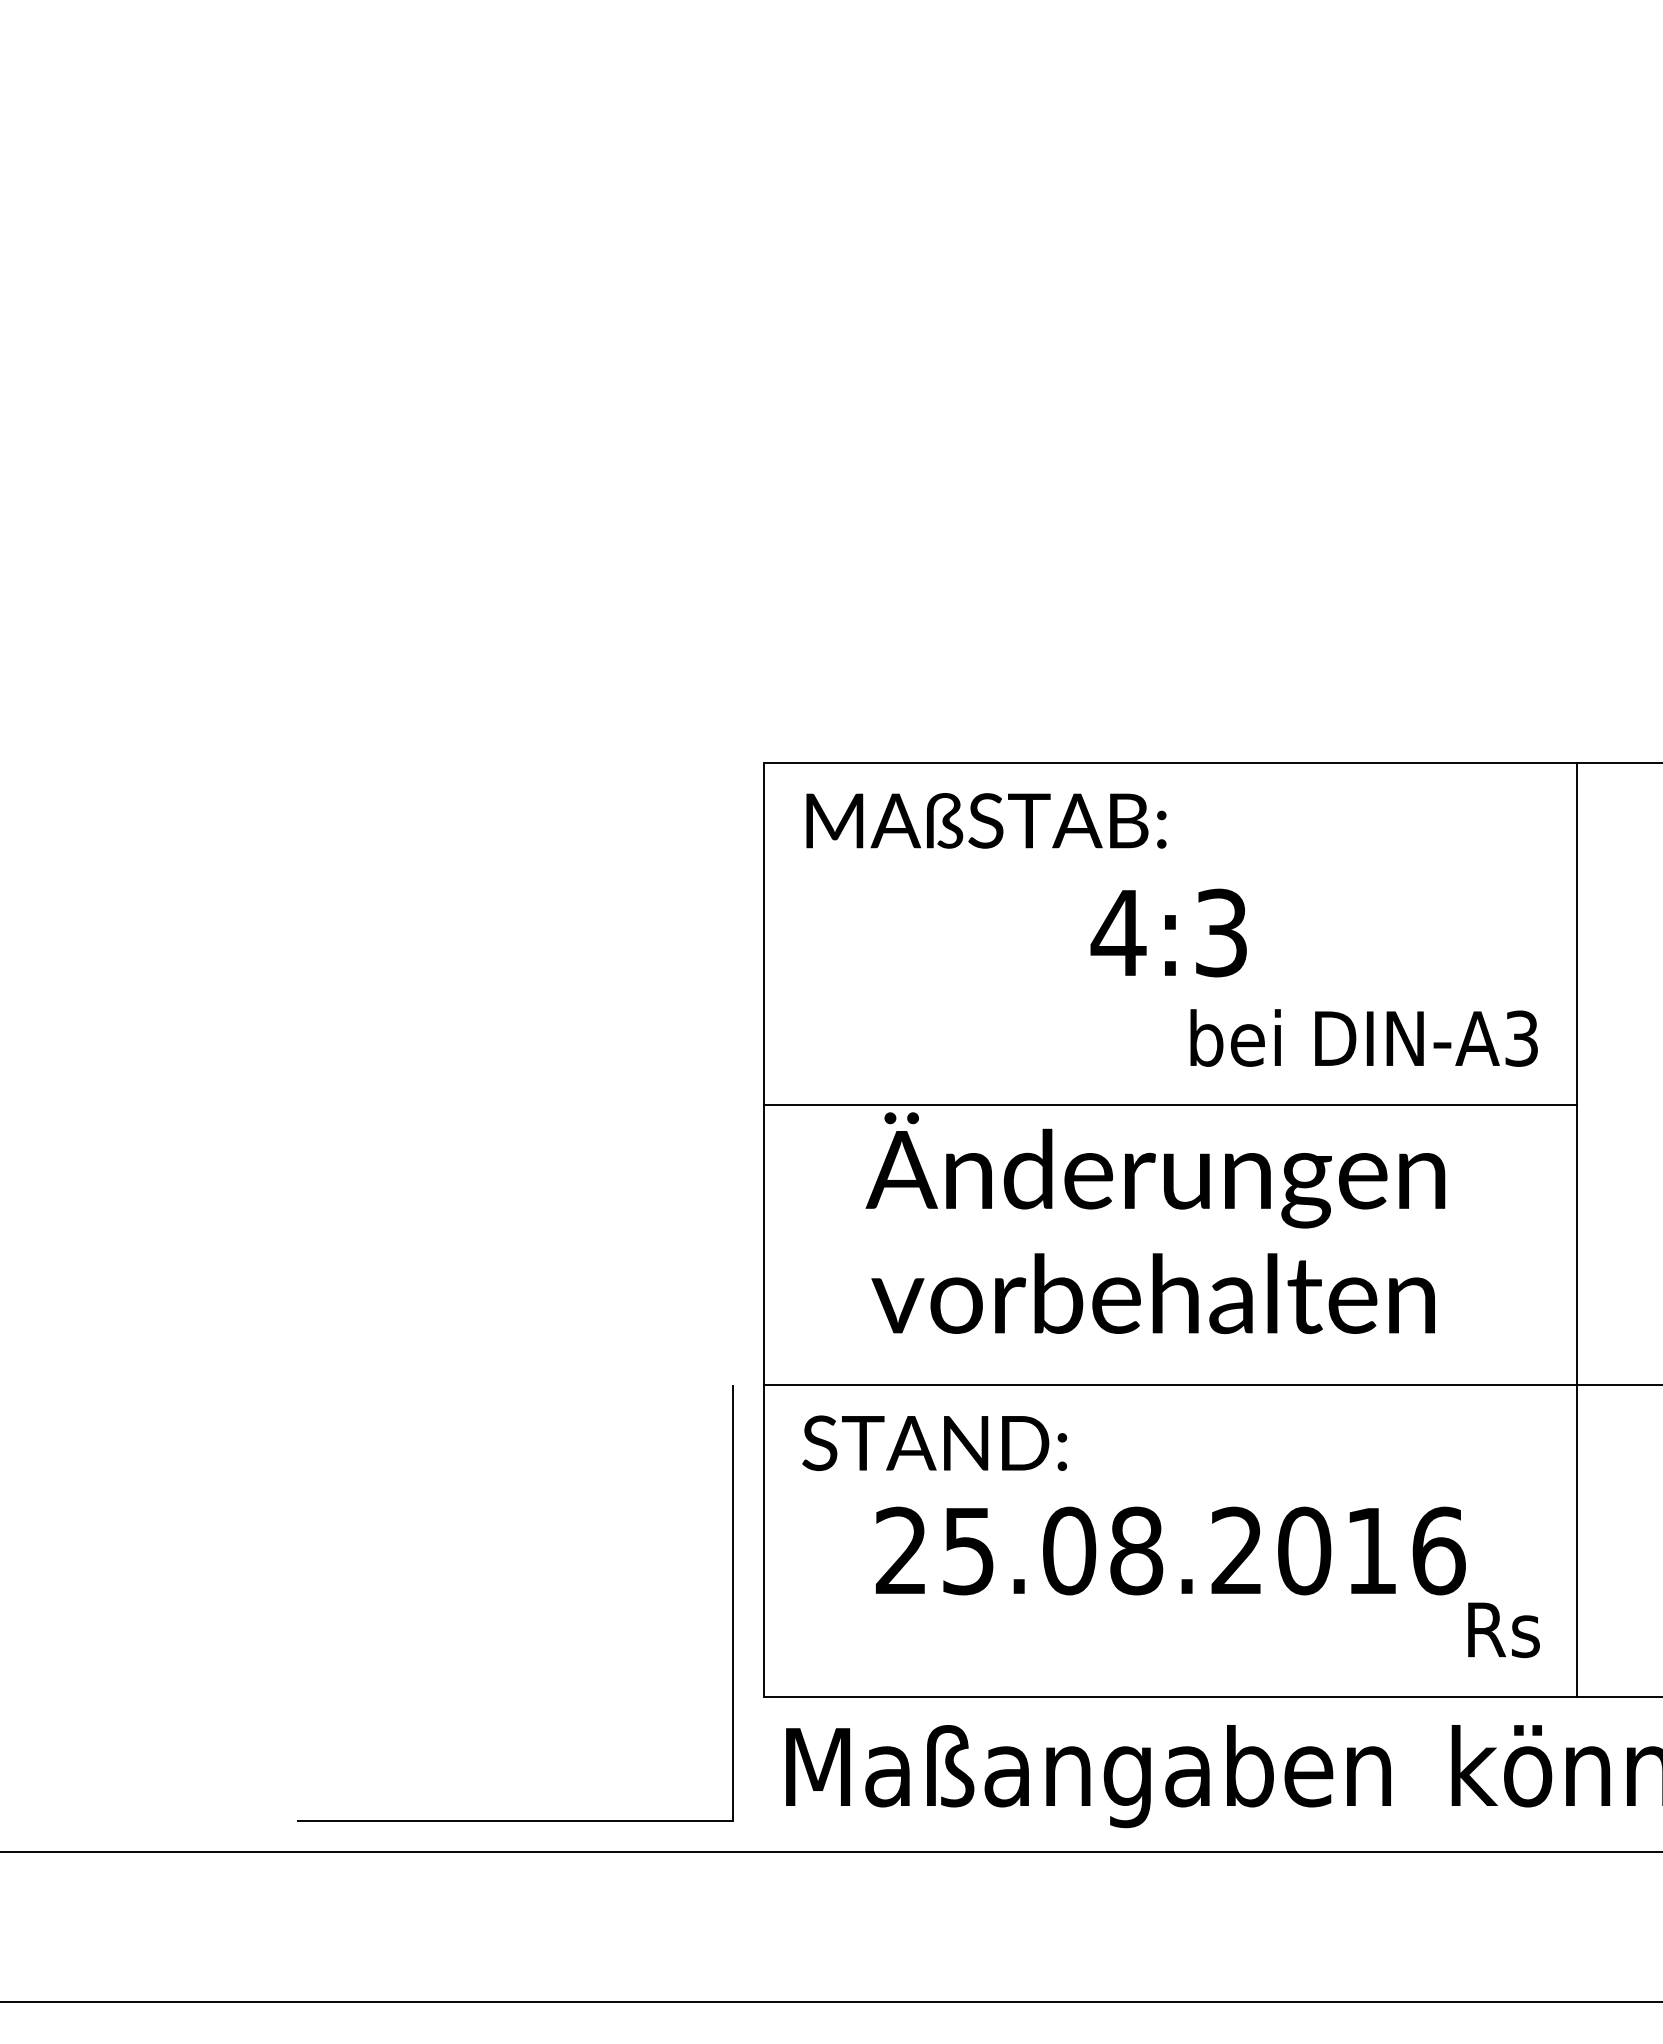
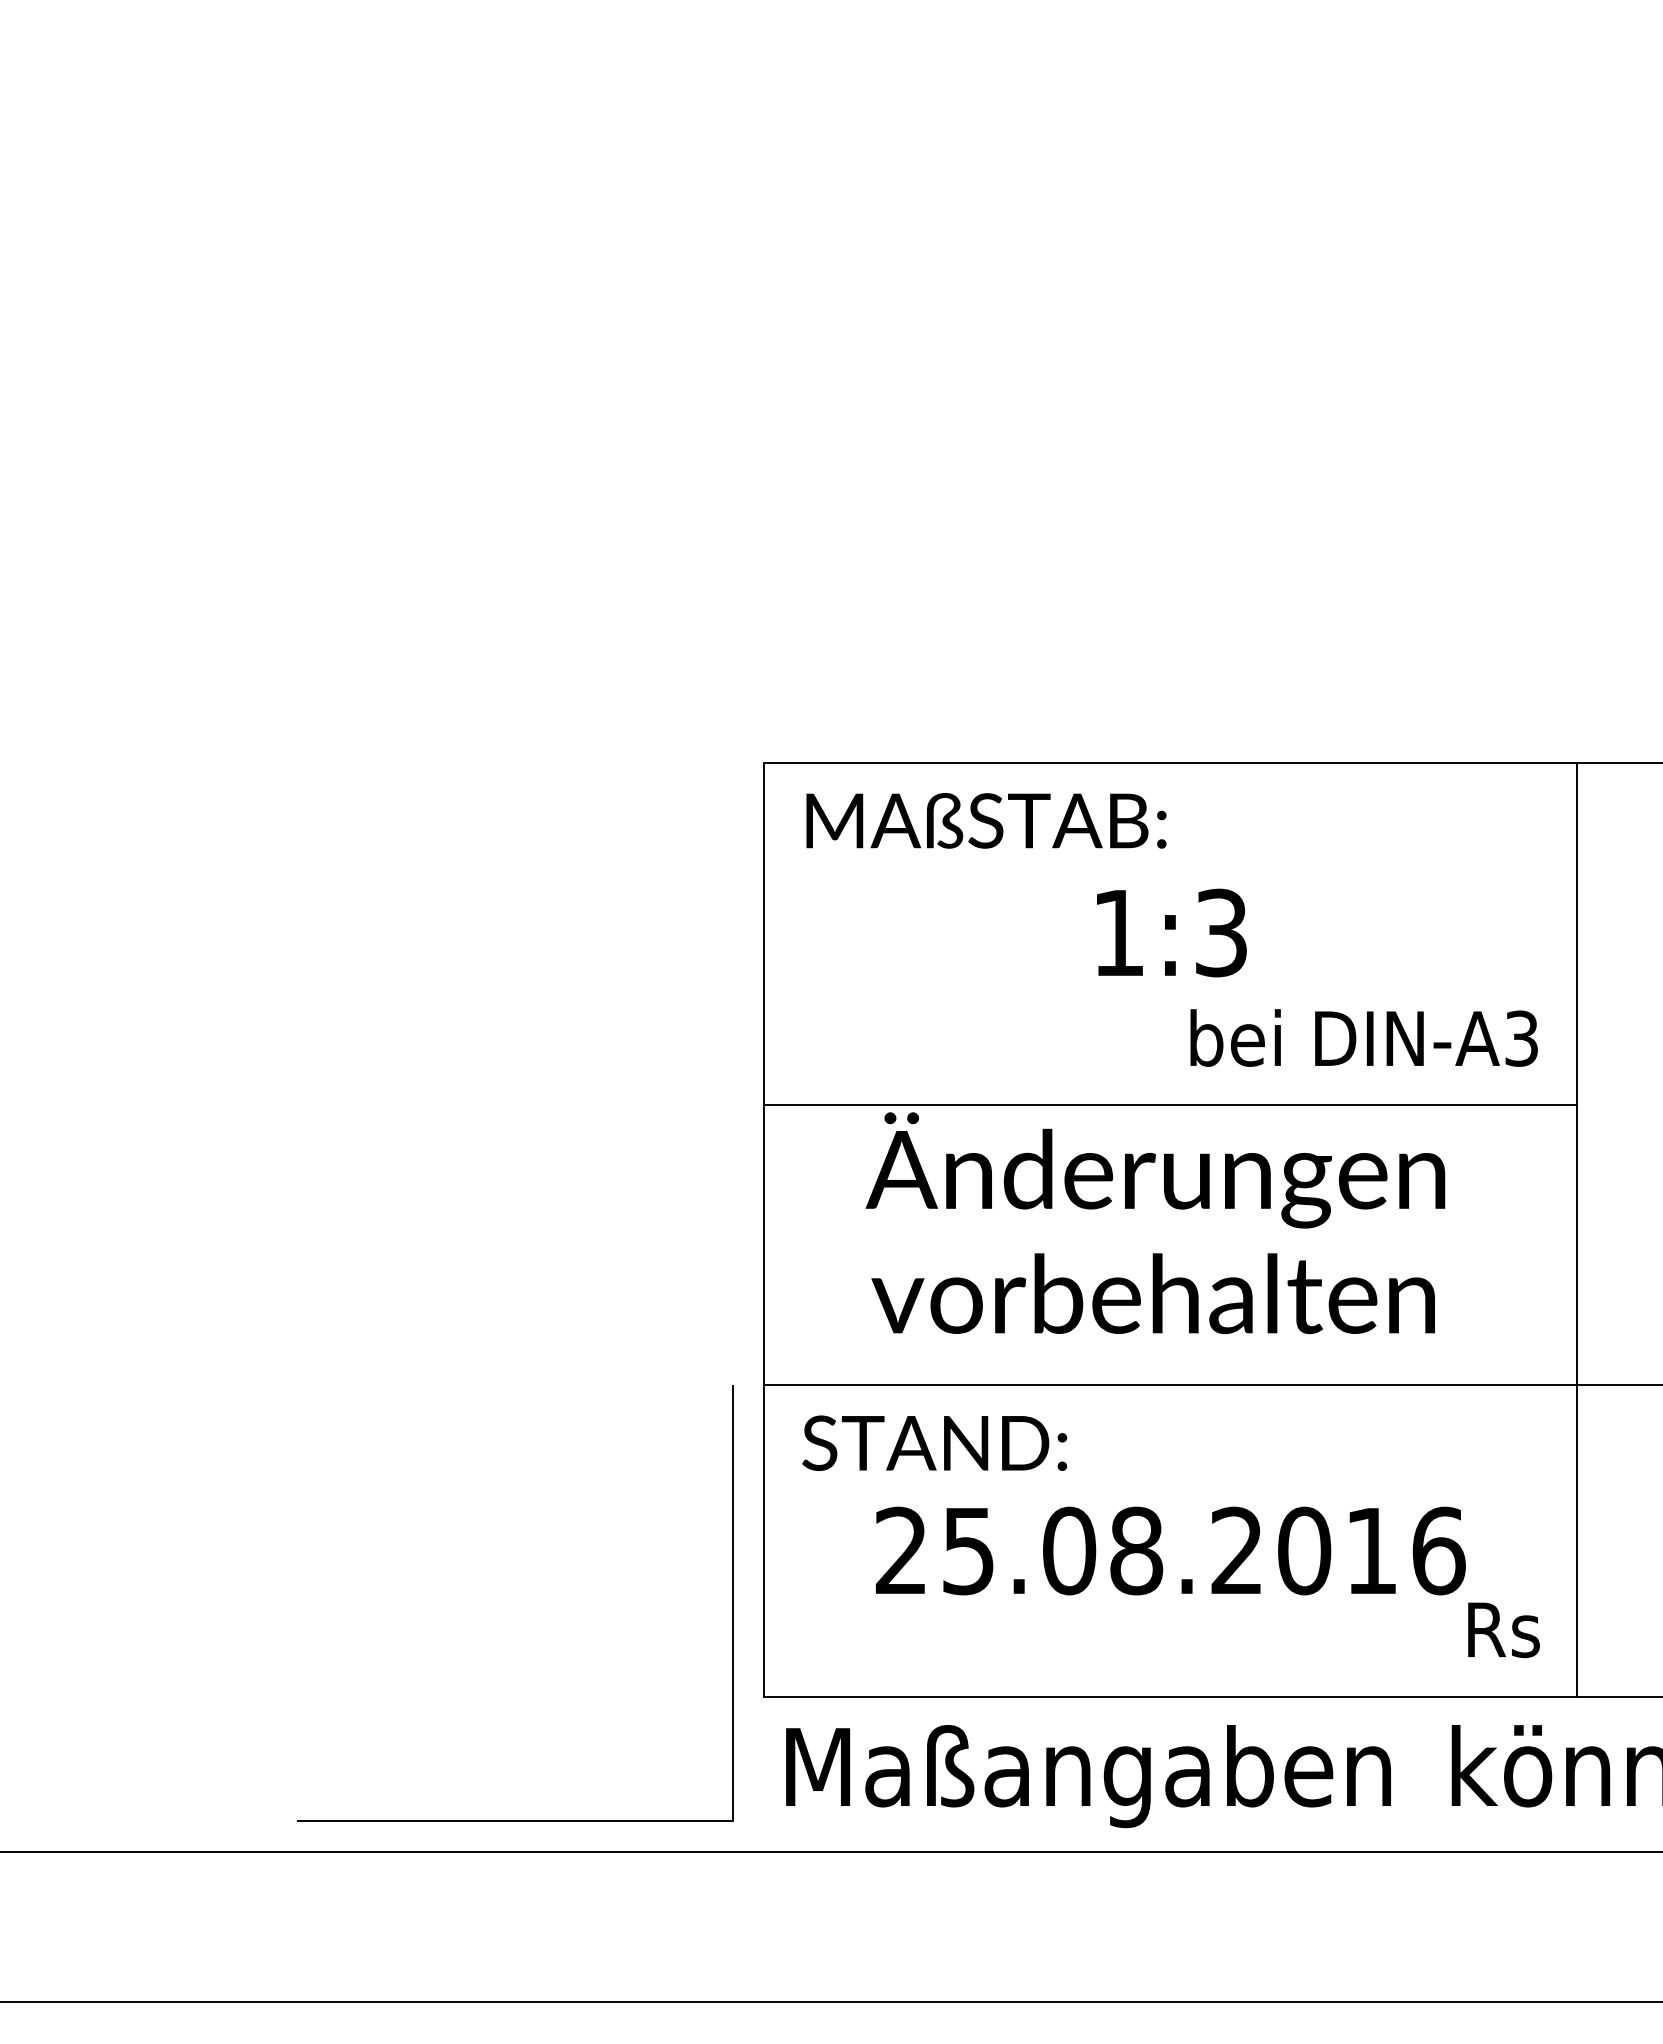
text at (1118, 932): 4:3 -> 1:3
